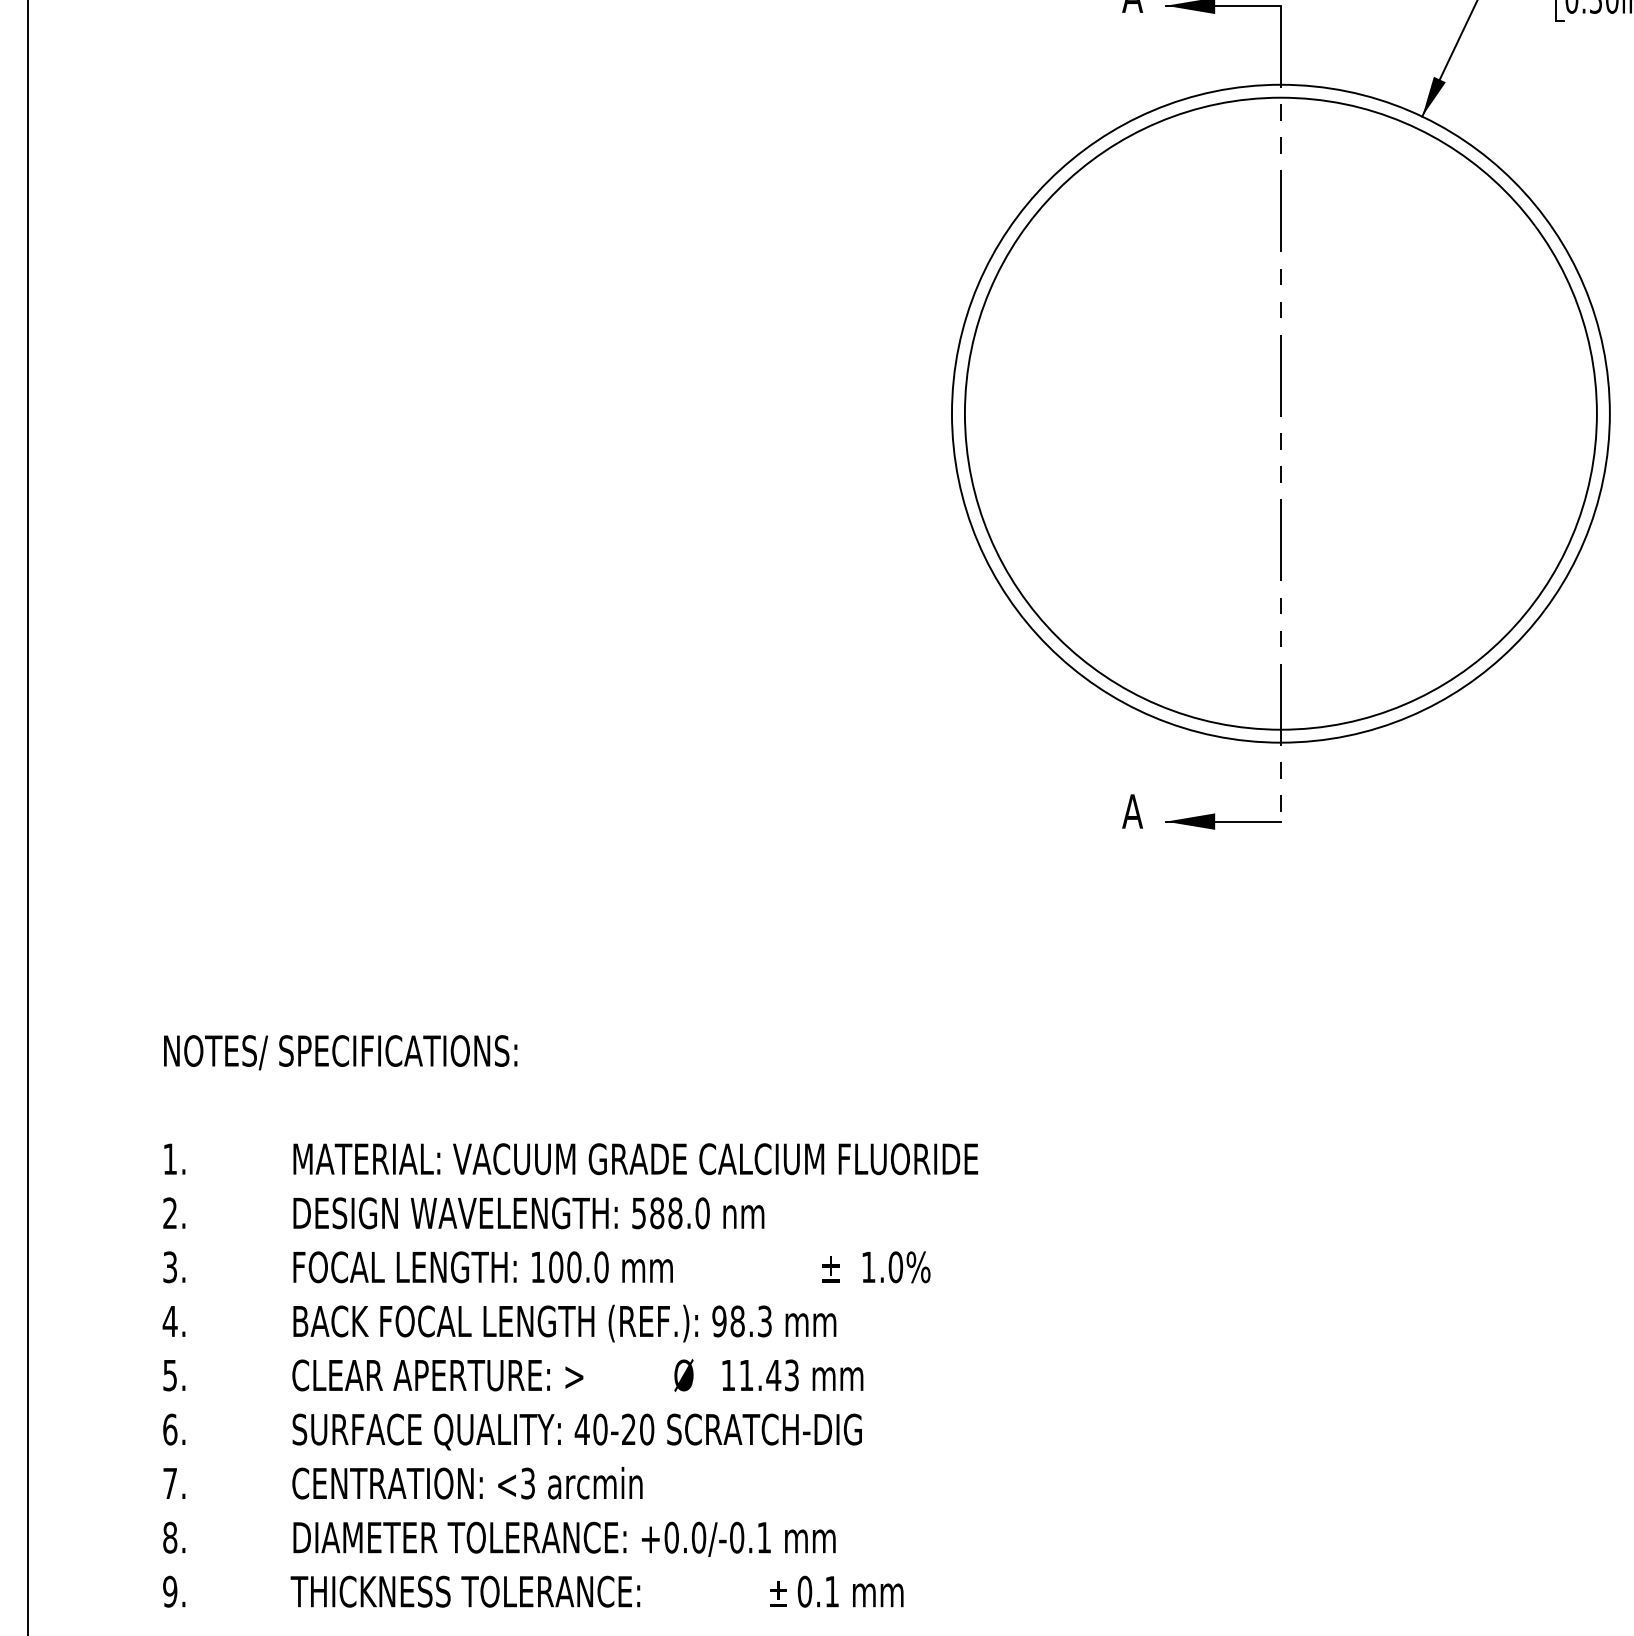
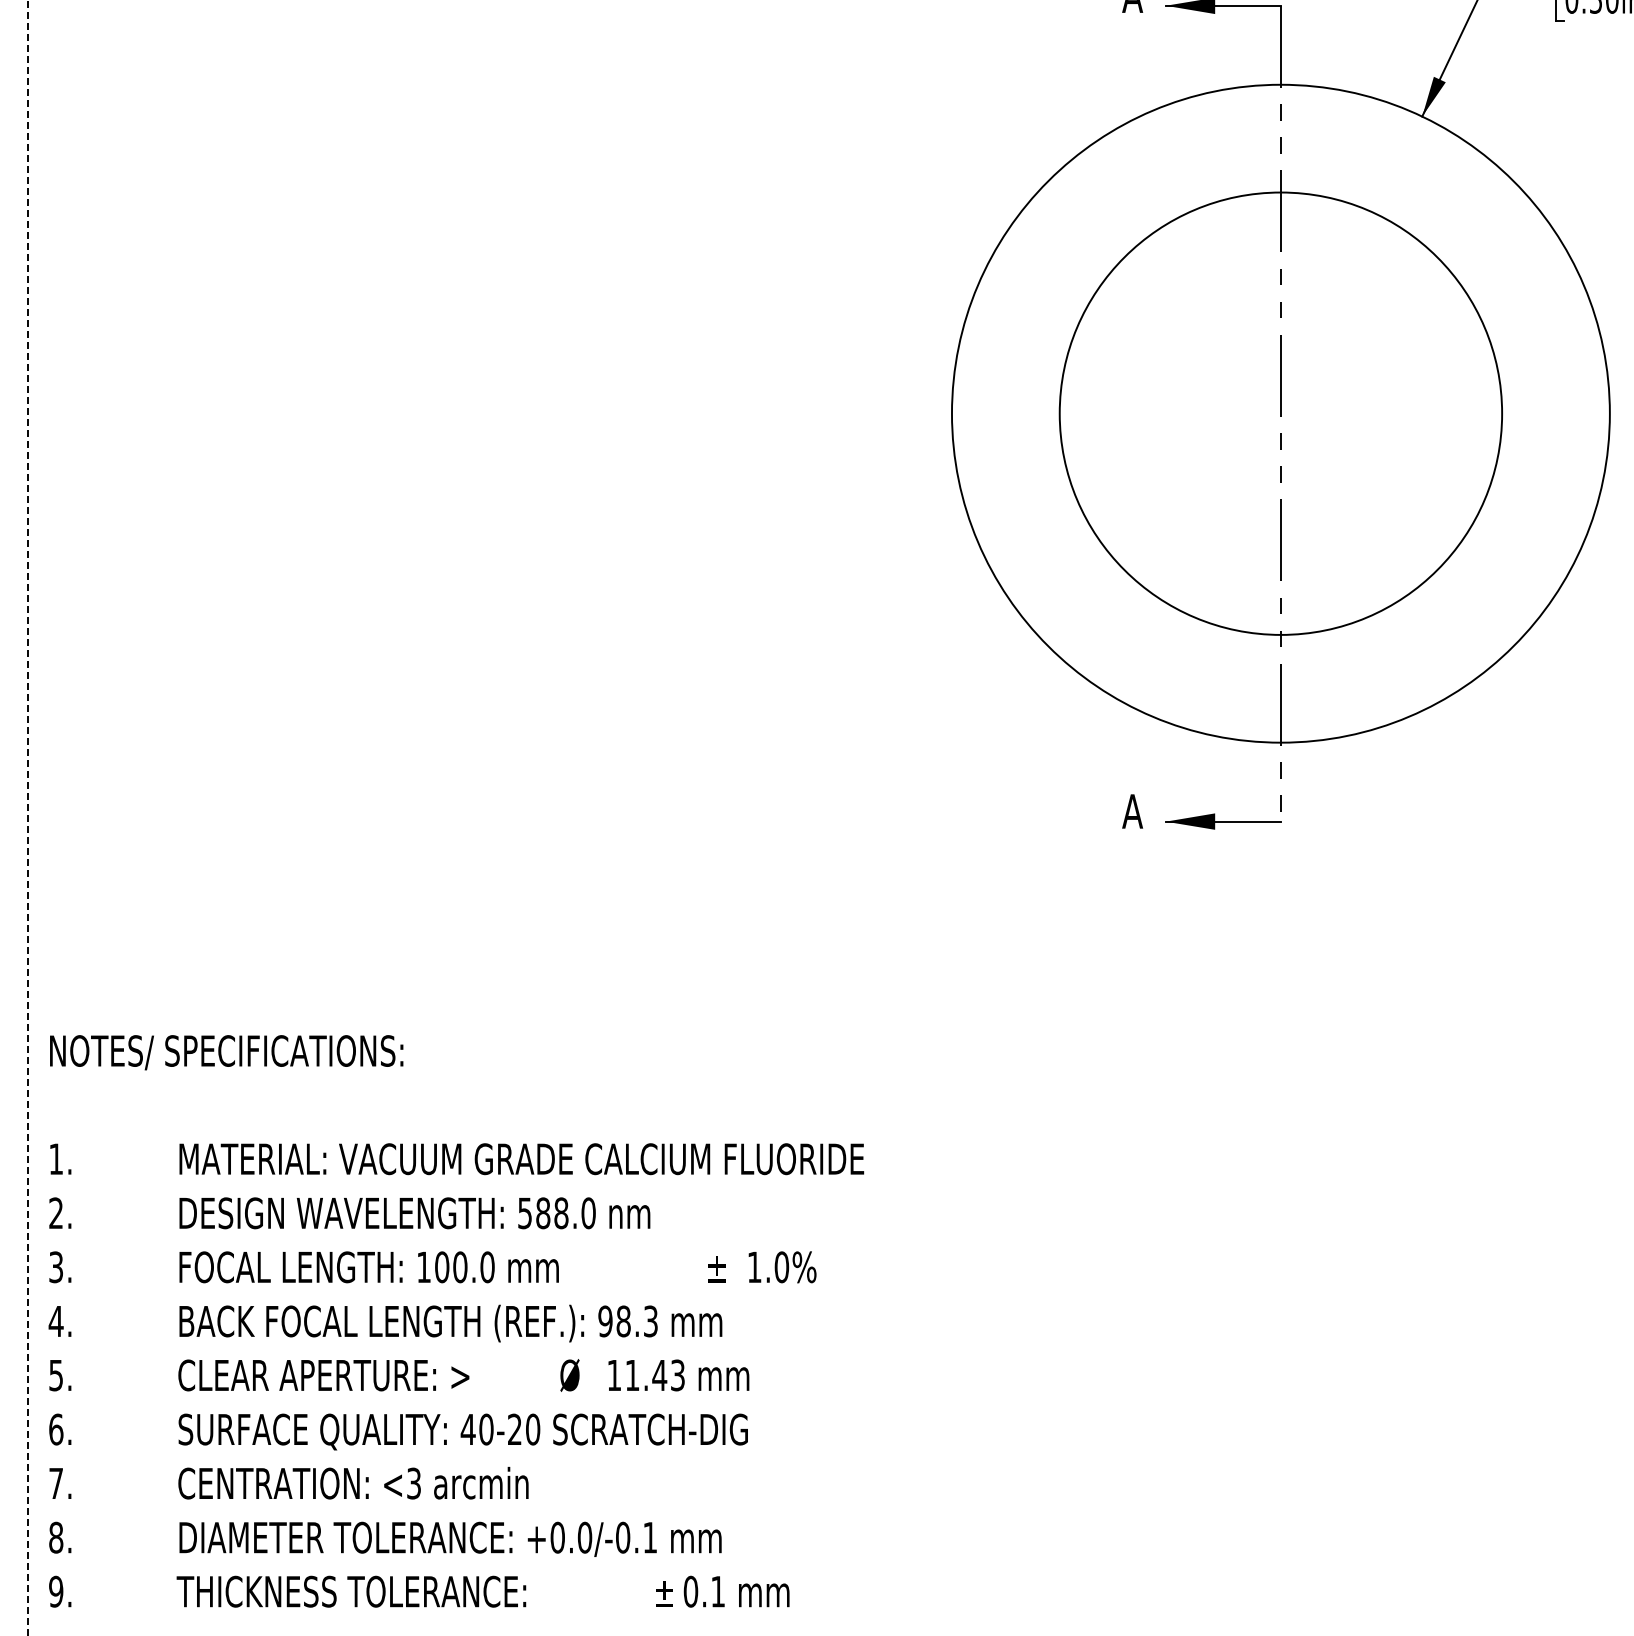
circle at (1280, 413) diameter: 632 px -> 442 px
line at (27, 817): solid -> dashed
text at (570, 1321) position: (570, 1321) -> (456, 1321)
